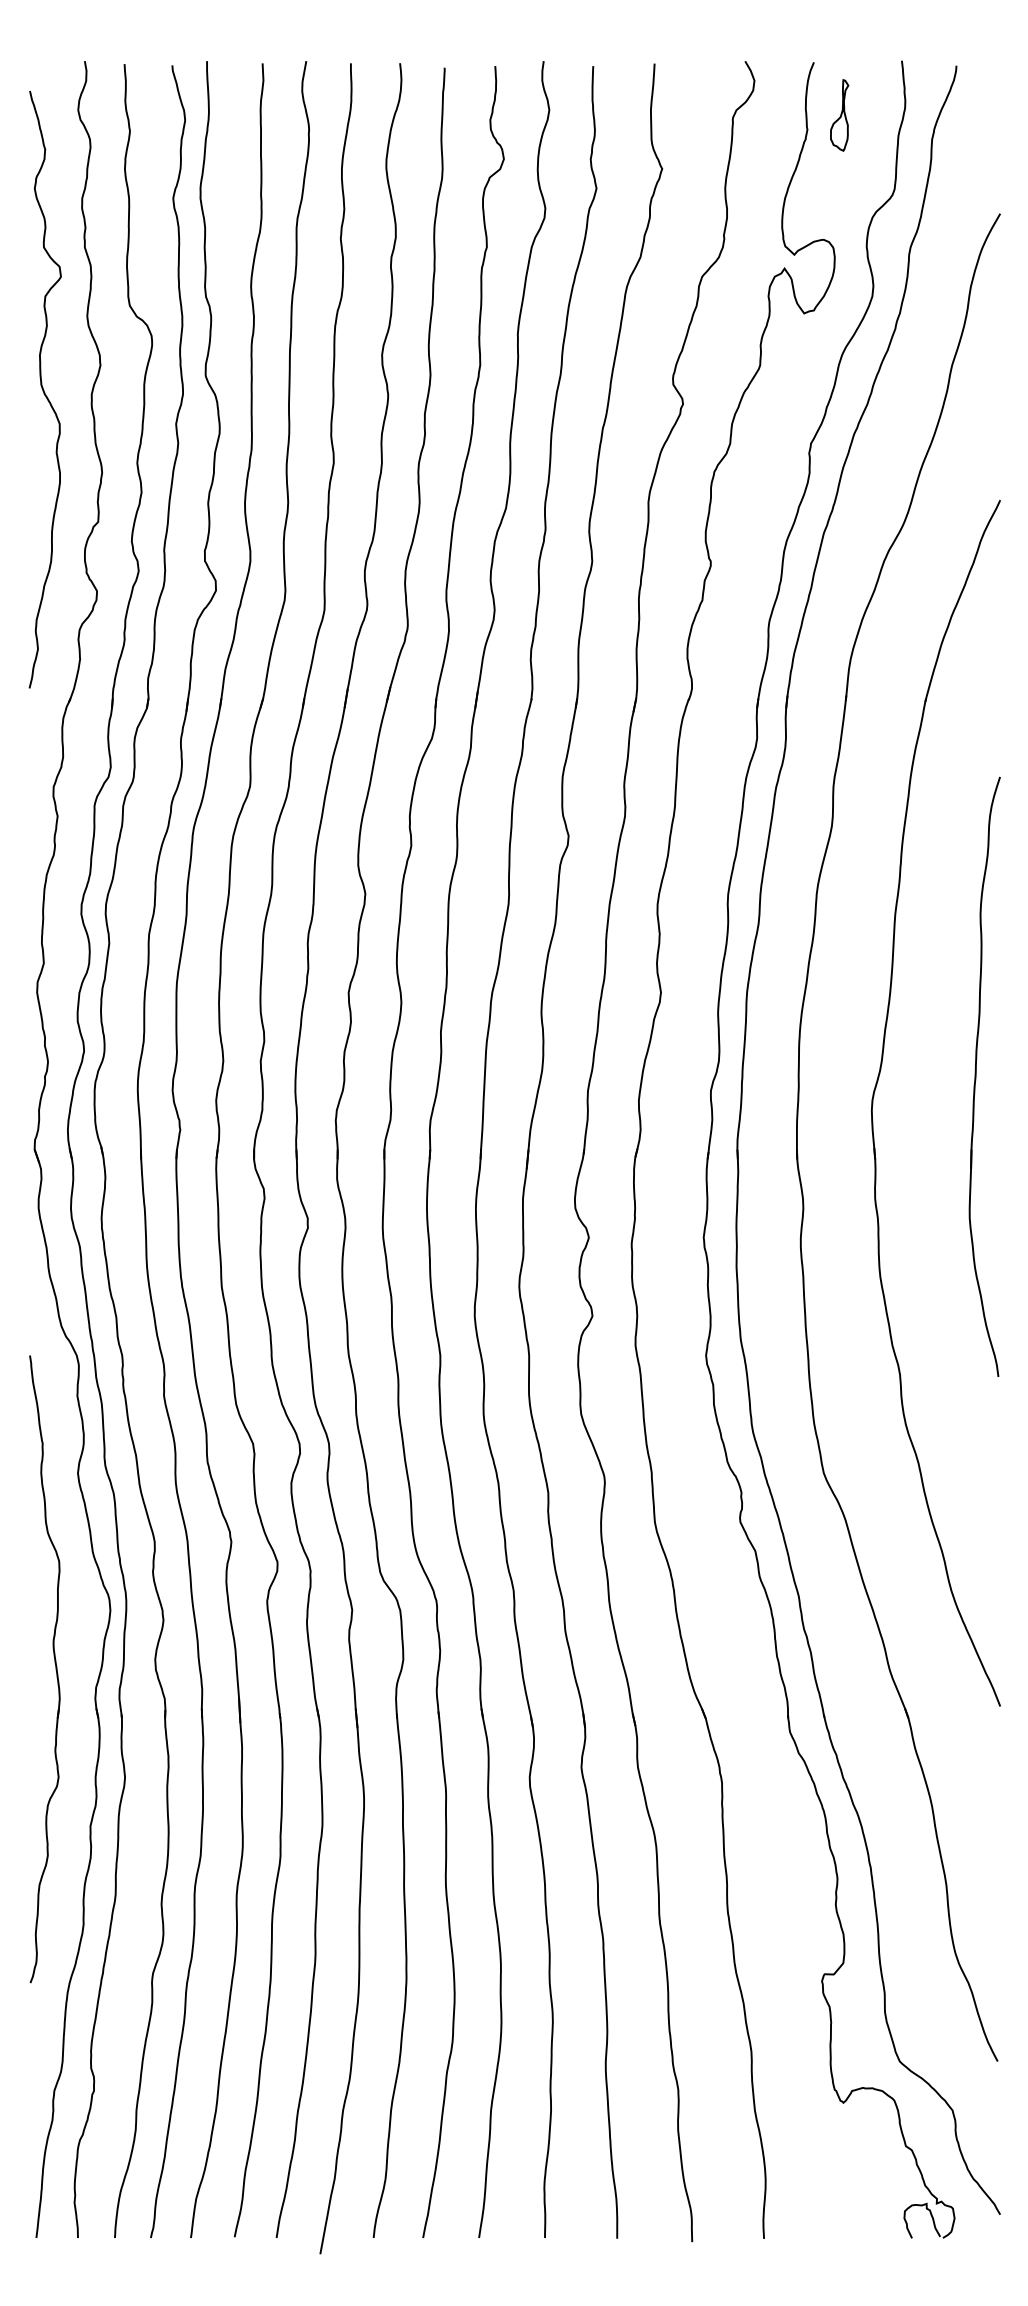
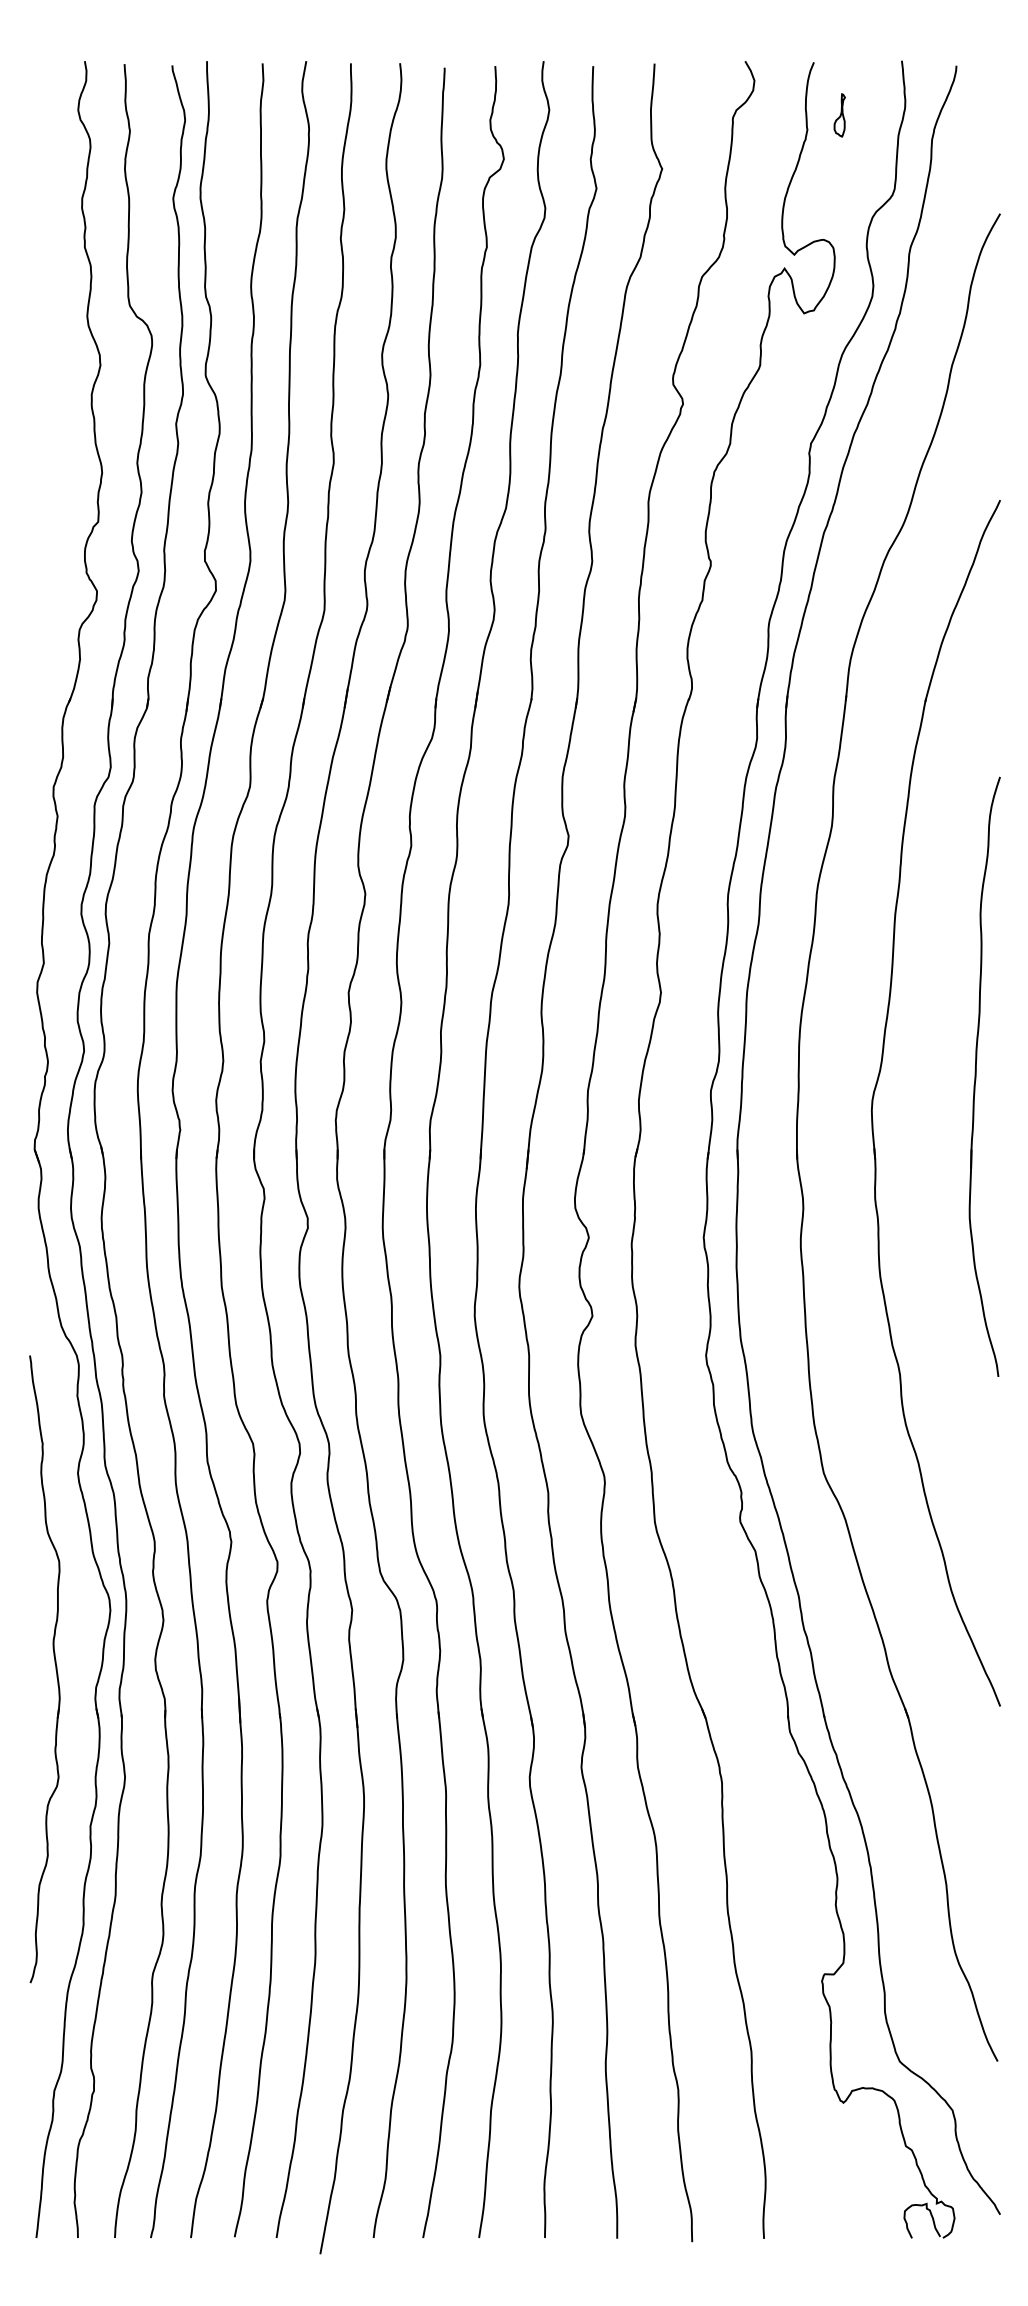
part at (839, 115) size: 20x73 px -> 13x45 px
curve at (43, 389): present -> none
